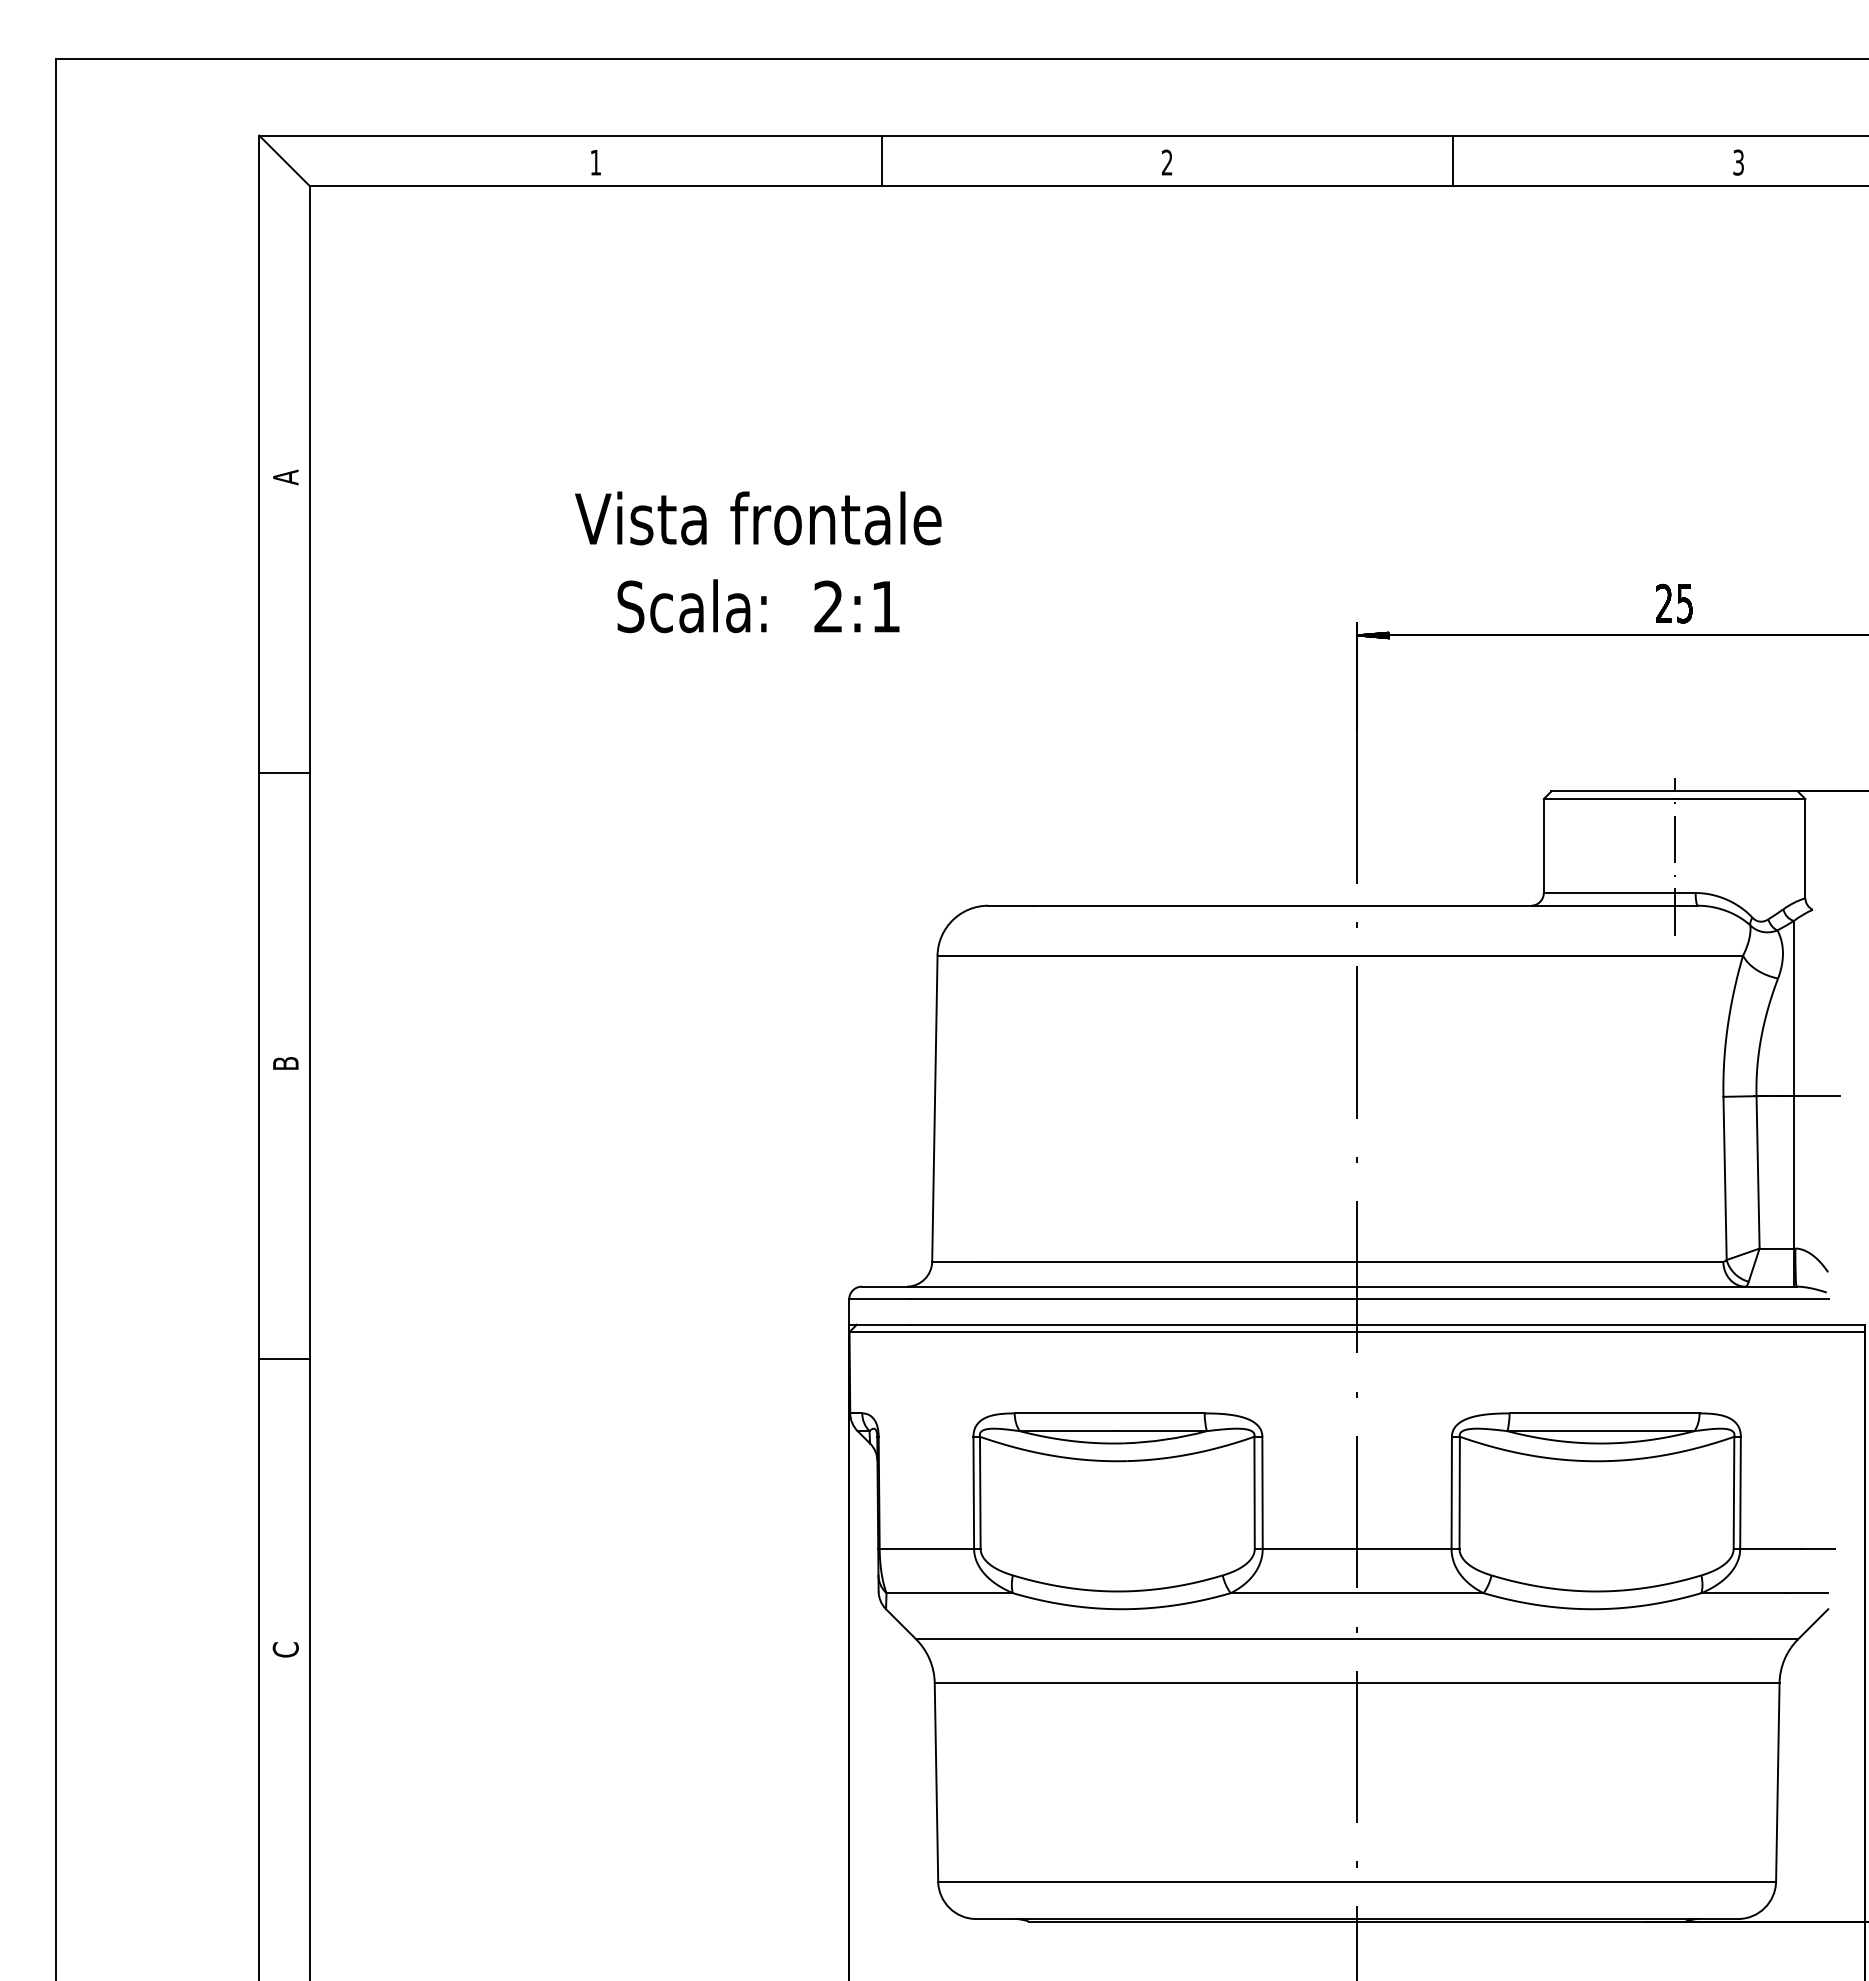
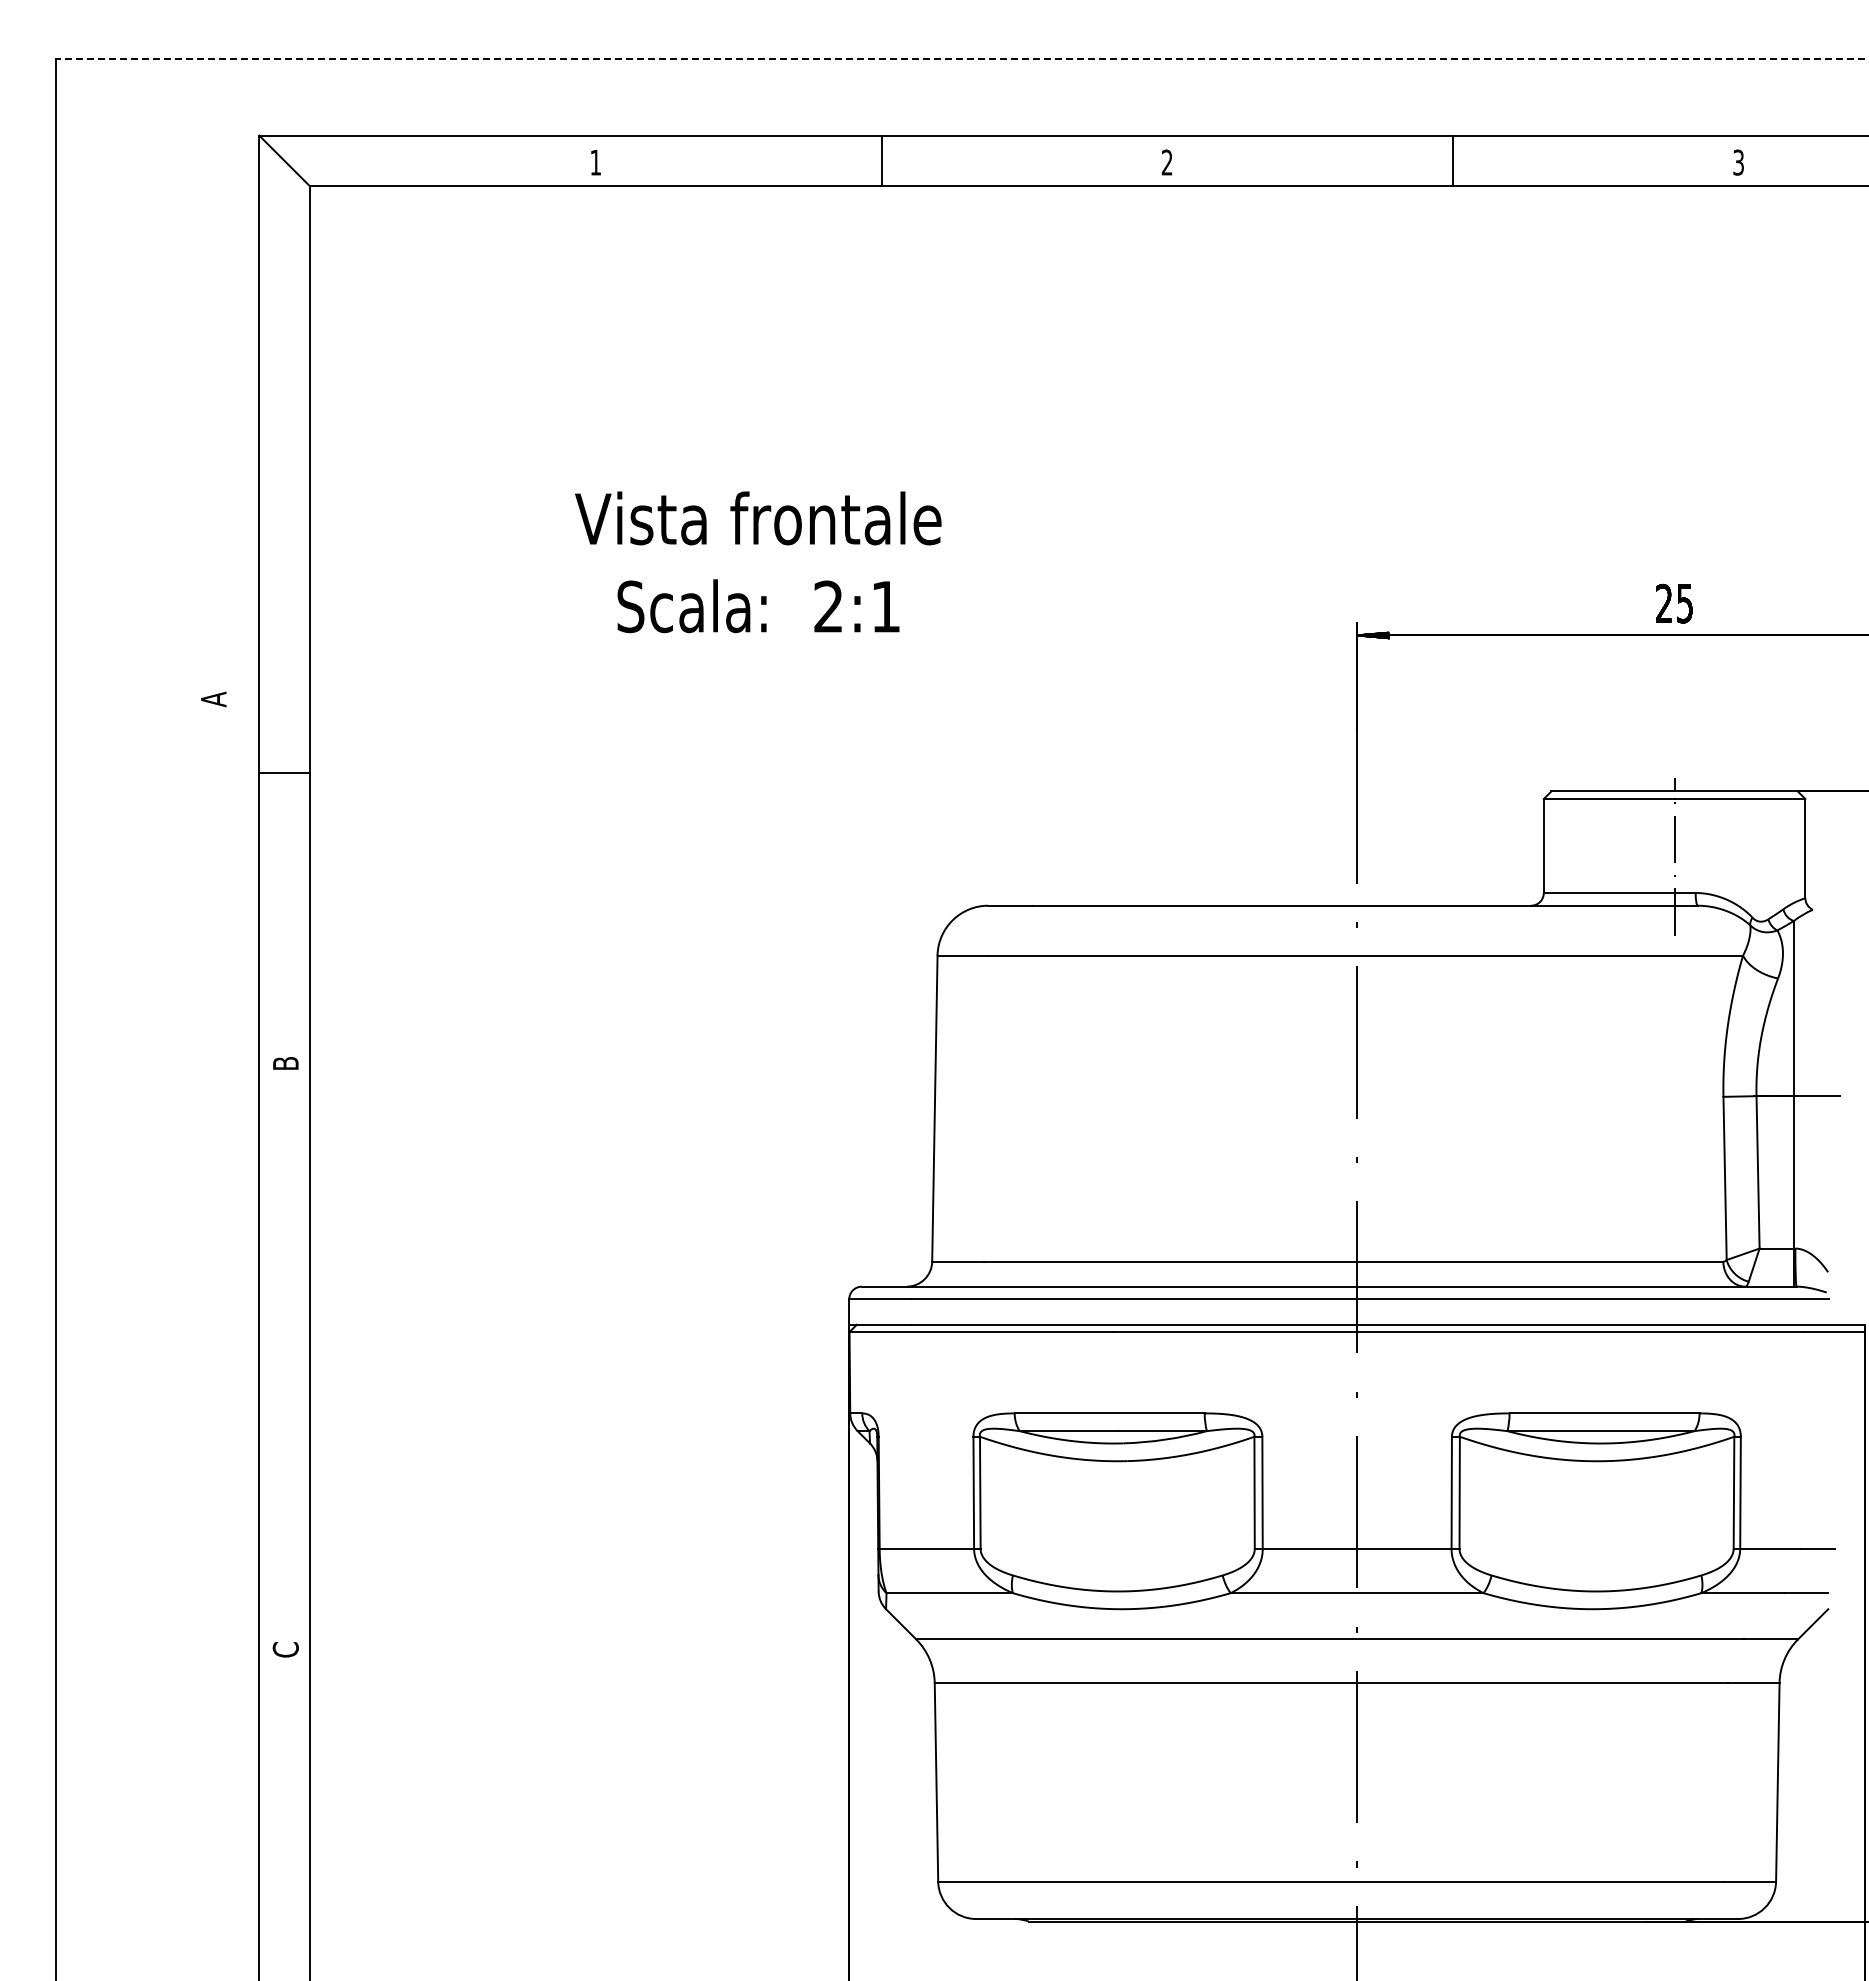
line at (962, 59): solid -> dashed
text at (285, 477) position: (285, 477) -> (213, 699)
line at (284, 1358): present -> none
